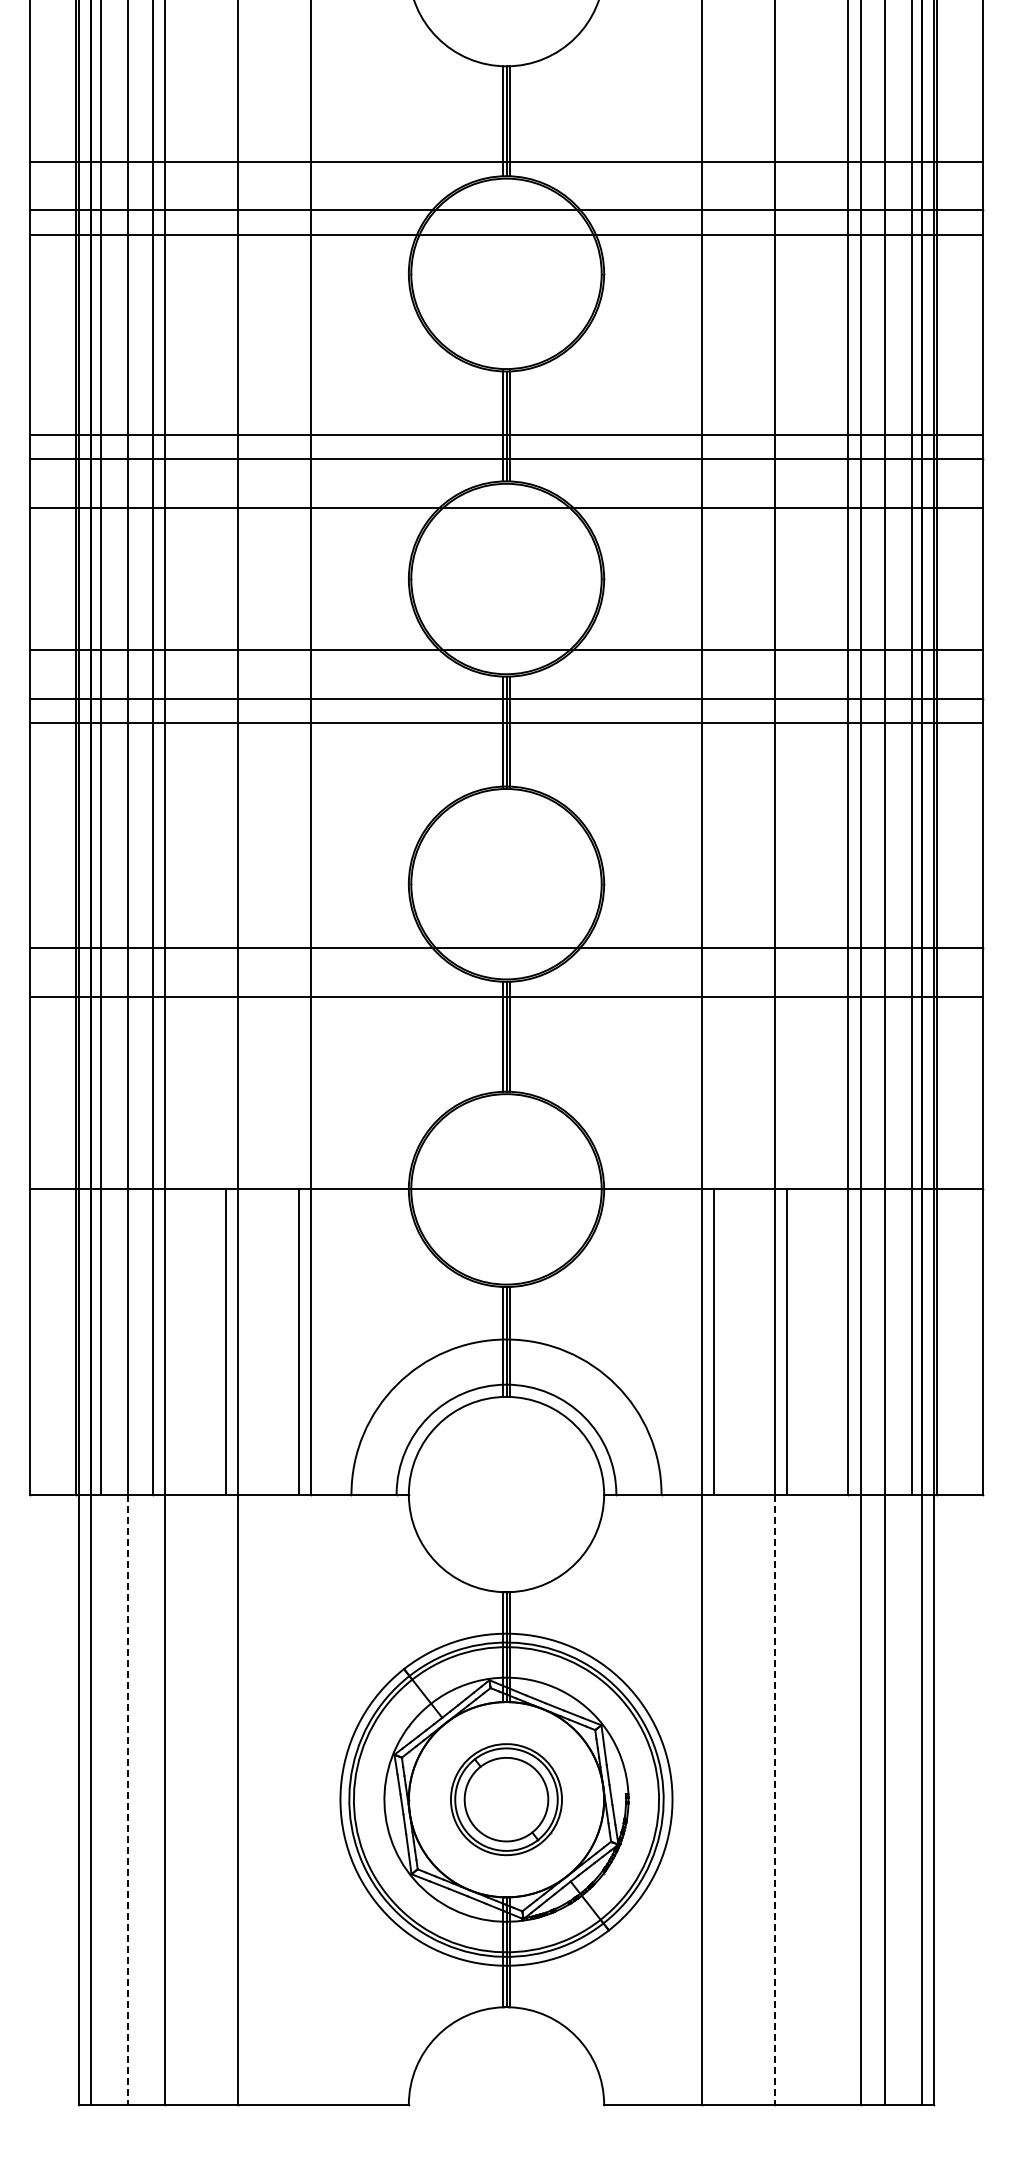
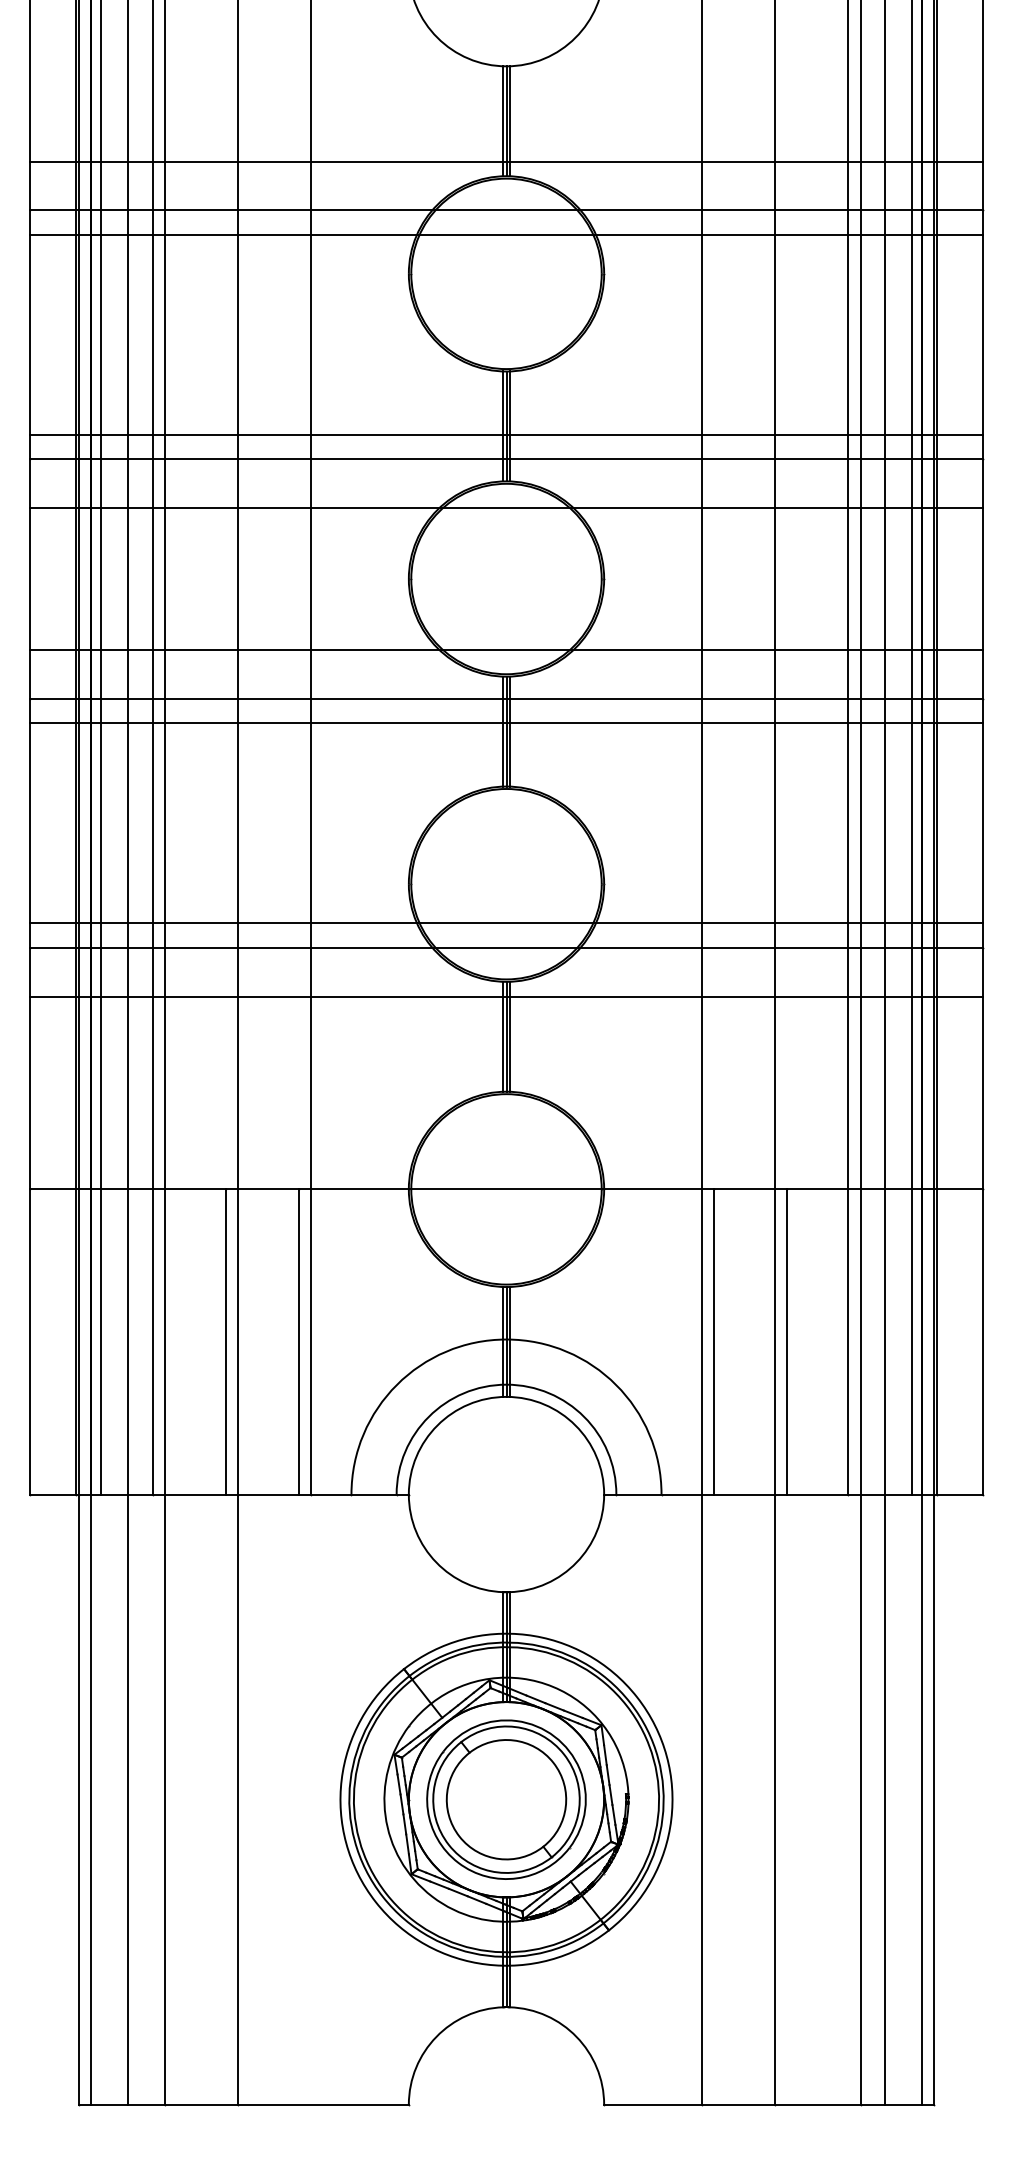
line at (506, 923): none -> present
part at (506, 1799) size: 113x114 px -> 161x161 px
line at (128, 1800): dashed -> solid
line at (775, 1800): dashed -> solid
